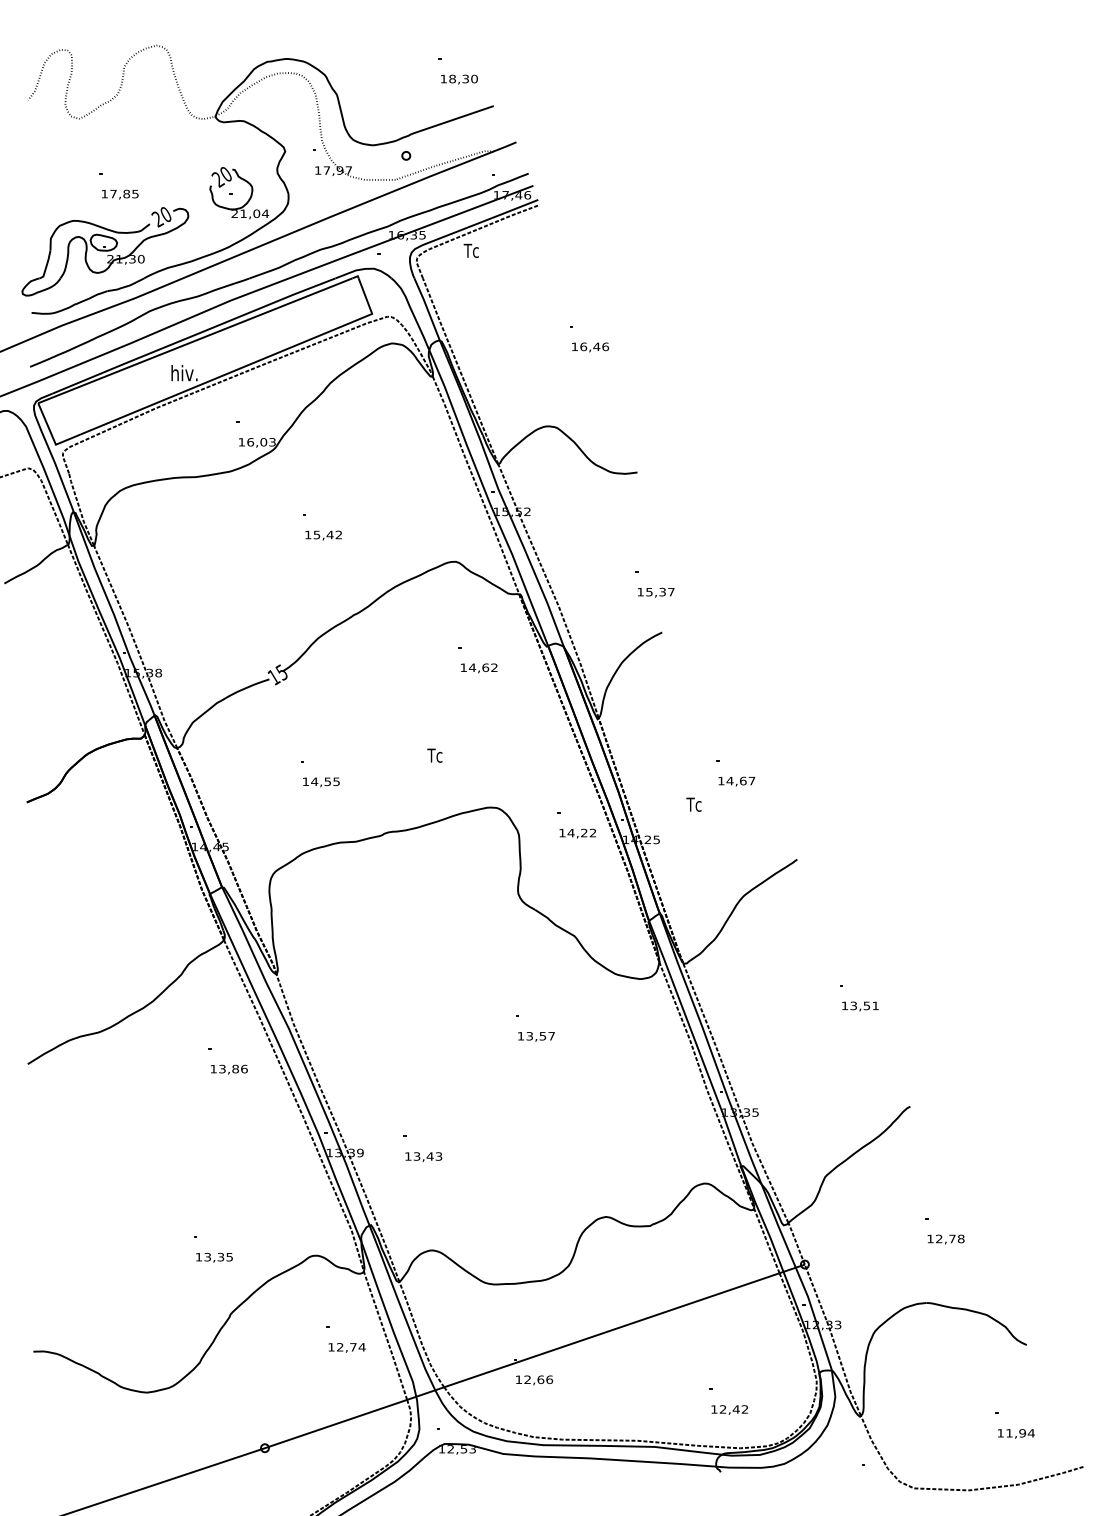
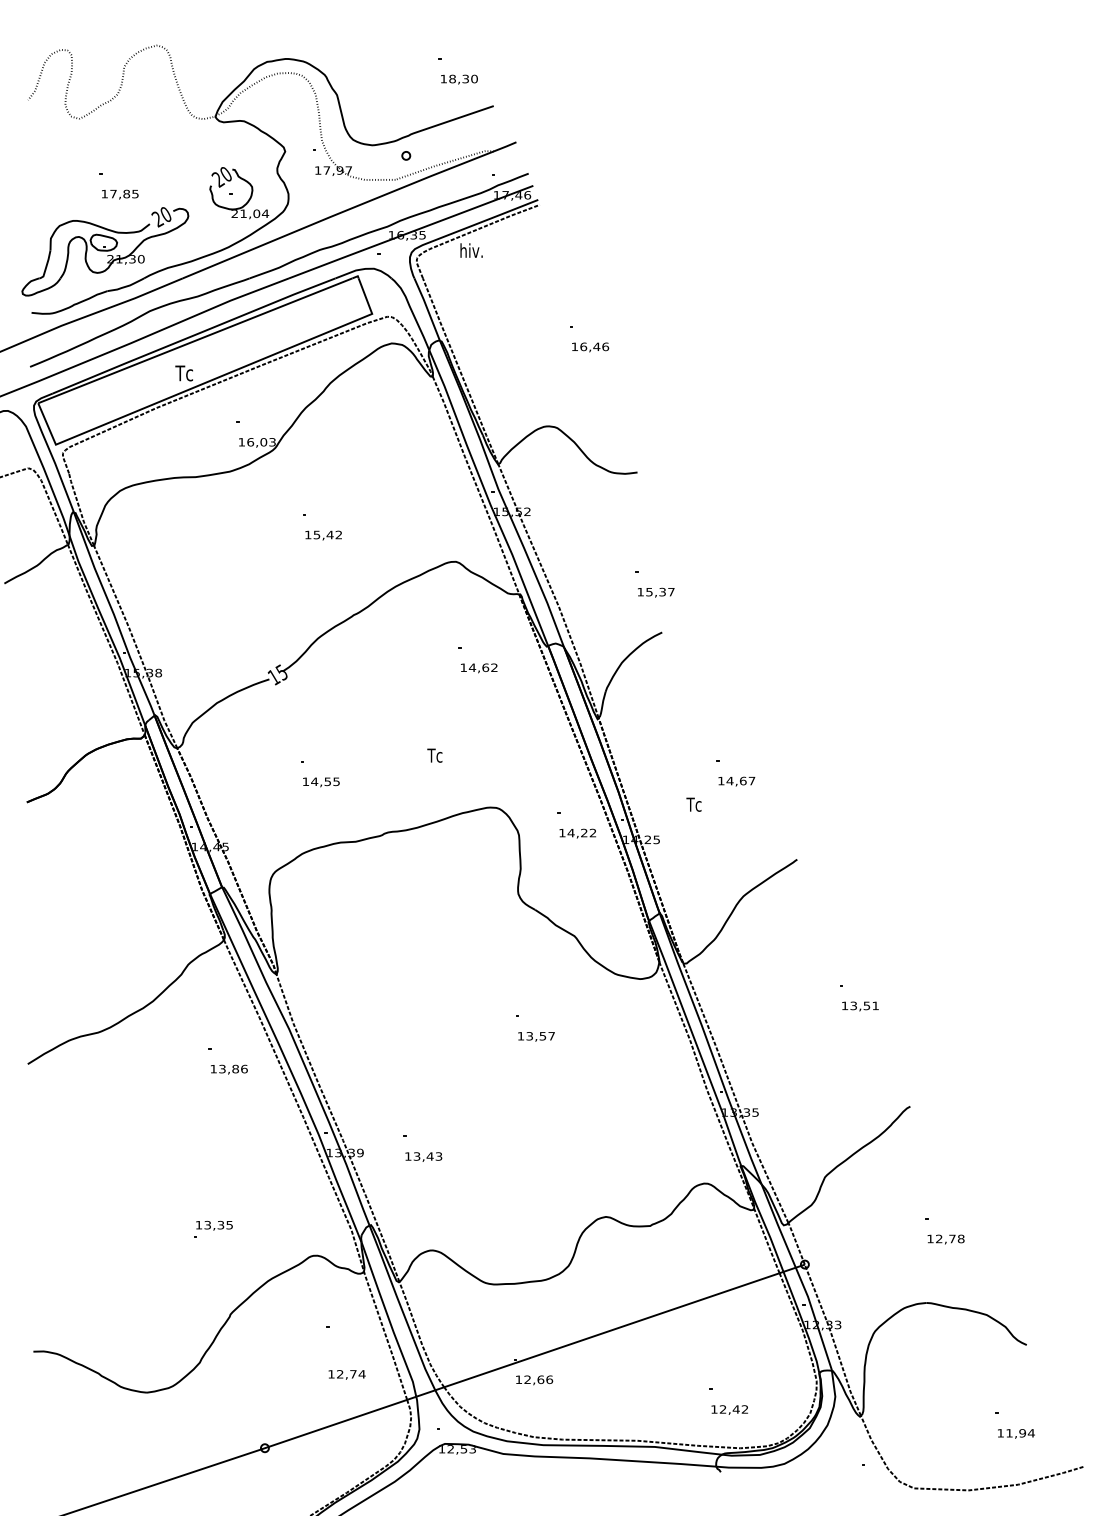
text at (471, 250): Tc -> hiv.
text at (184, 373): hiv. -> Tc
text at (214, 1257) position: (214, 1257) -> (214, 1225)
text at (346, 1347) position: (346, 1347) -> (346, 1374)
